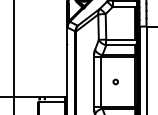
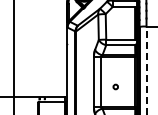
line at (146, 70): solid -> dashed
circle at (115, 81) position: (115, 81) -> (115, 86)
